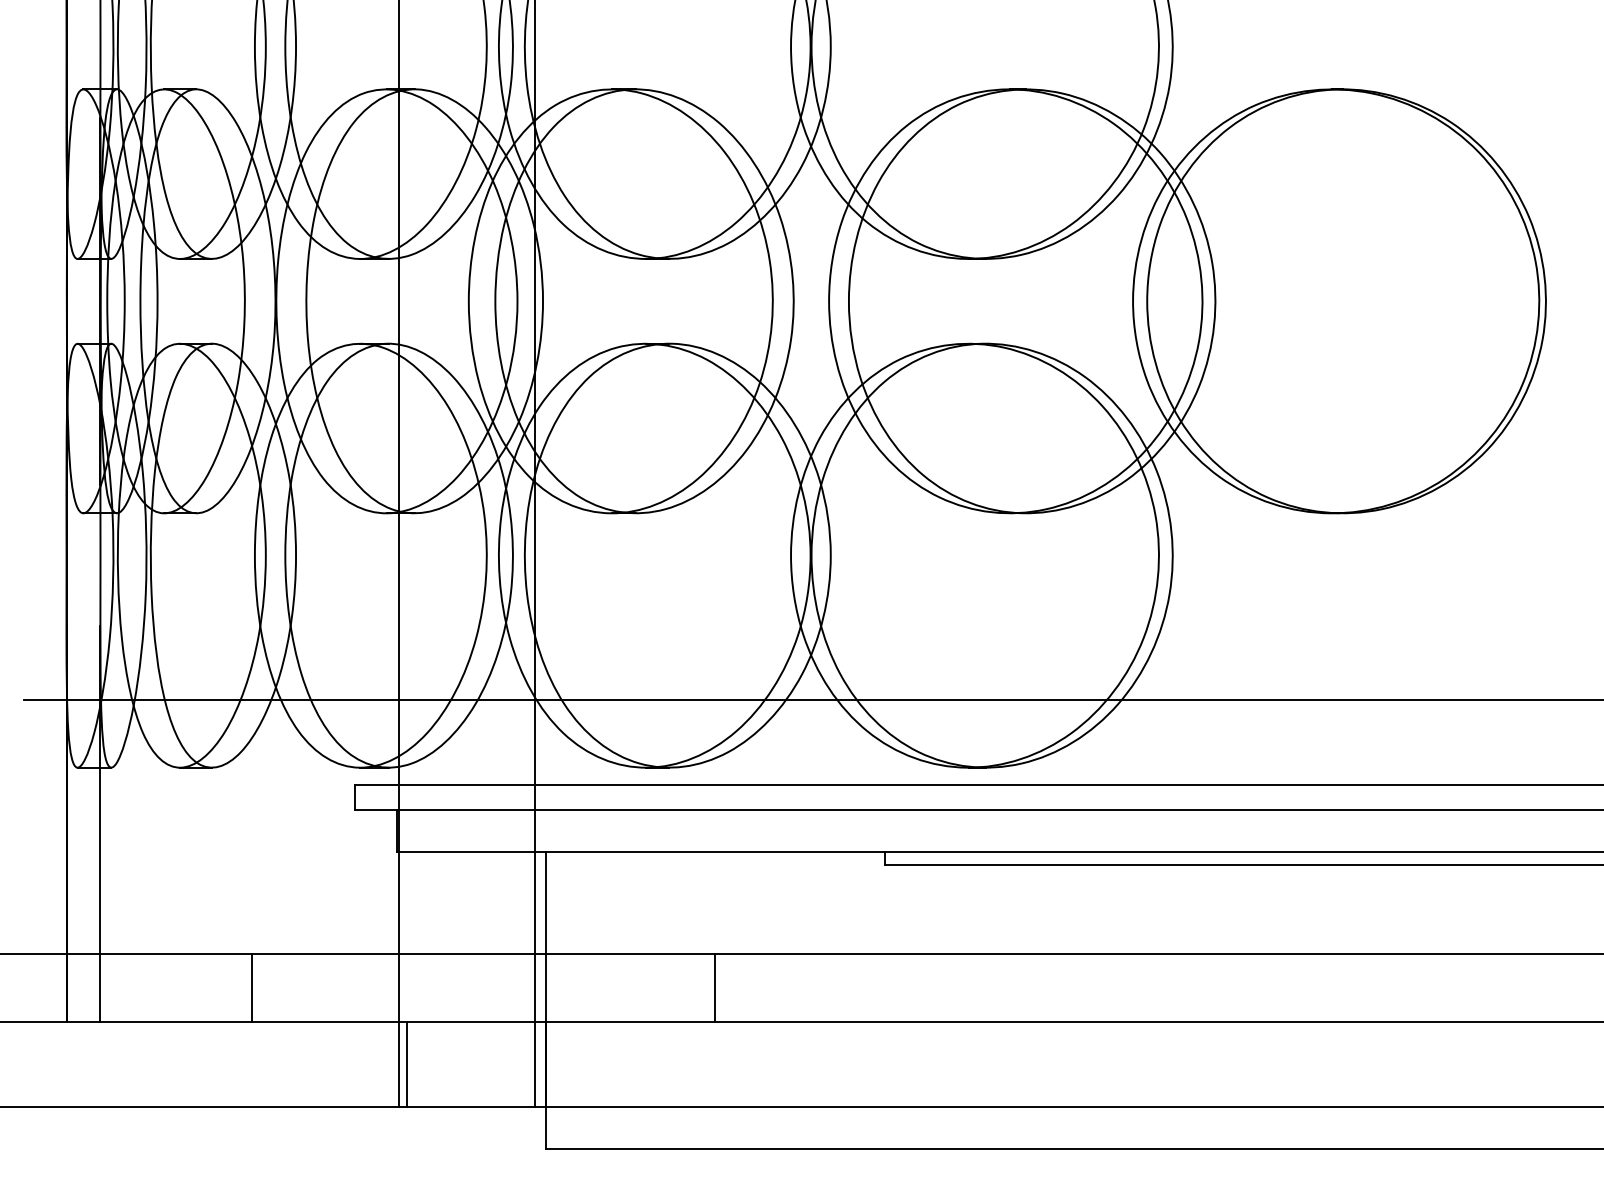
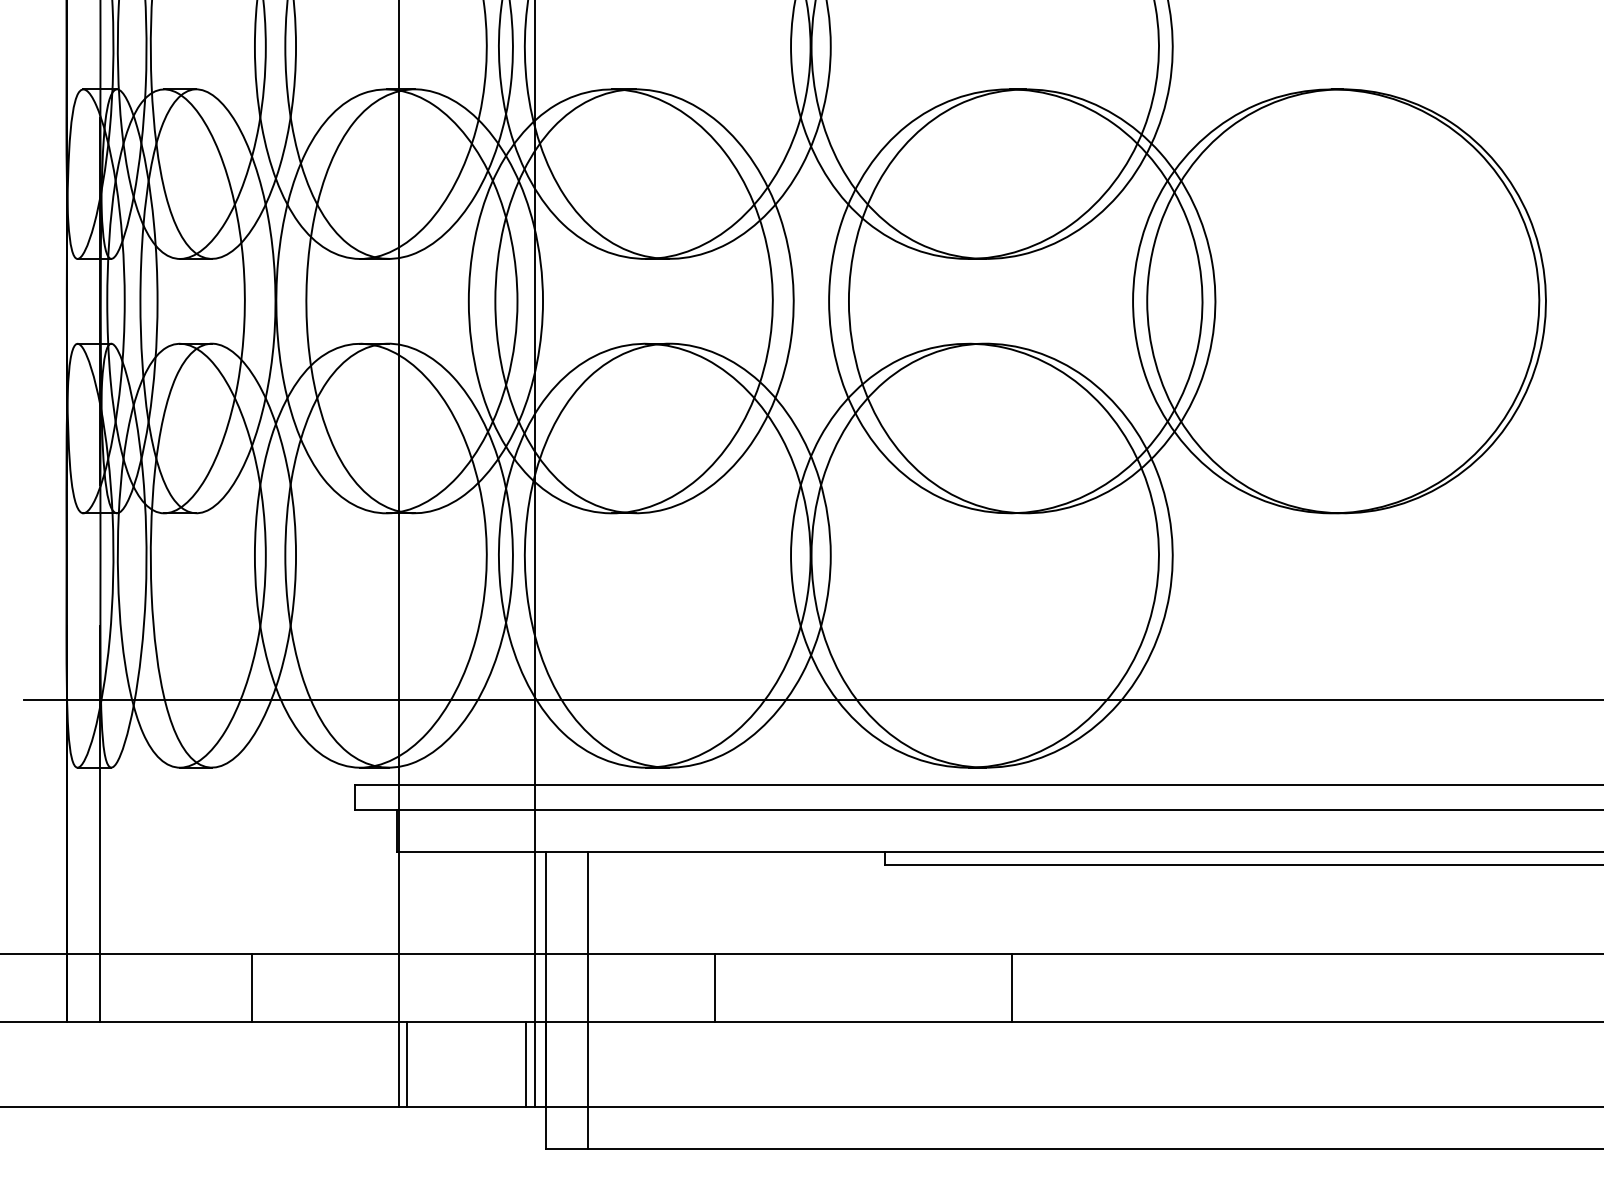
line at (1011, 988): none -> present
line at (587, 1000): none -> present
line at (526, 1064): none -> present
